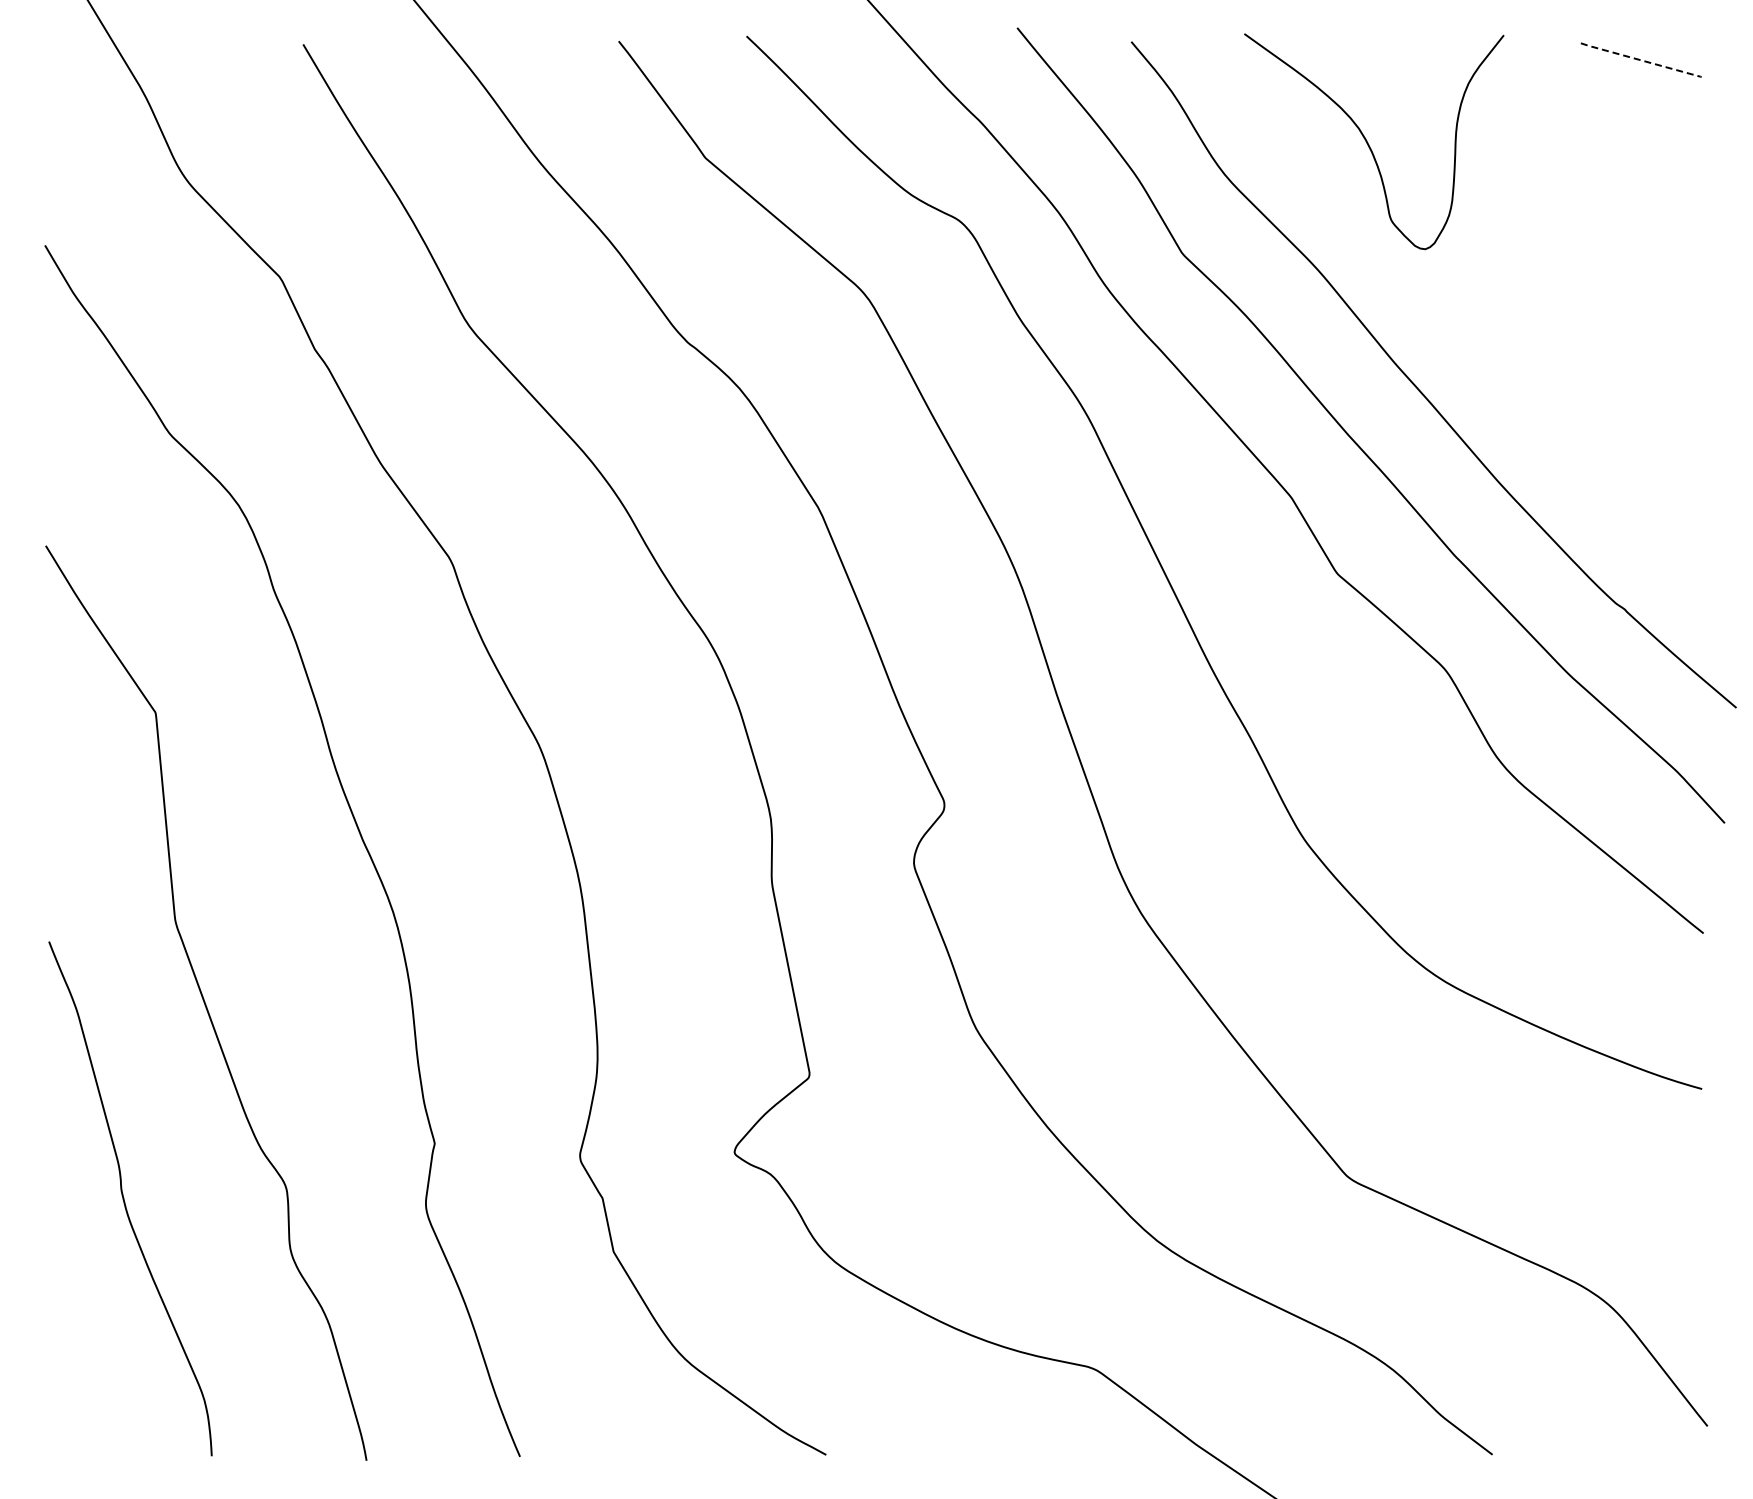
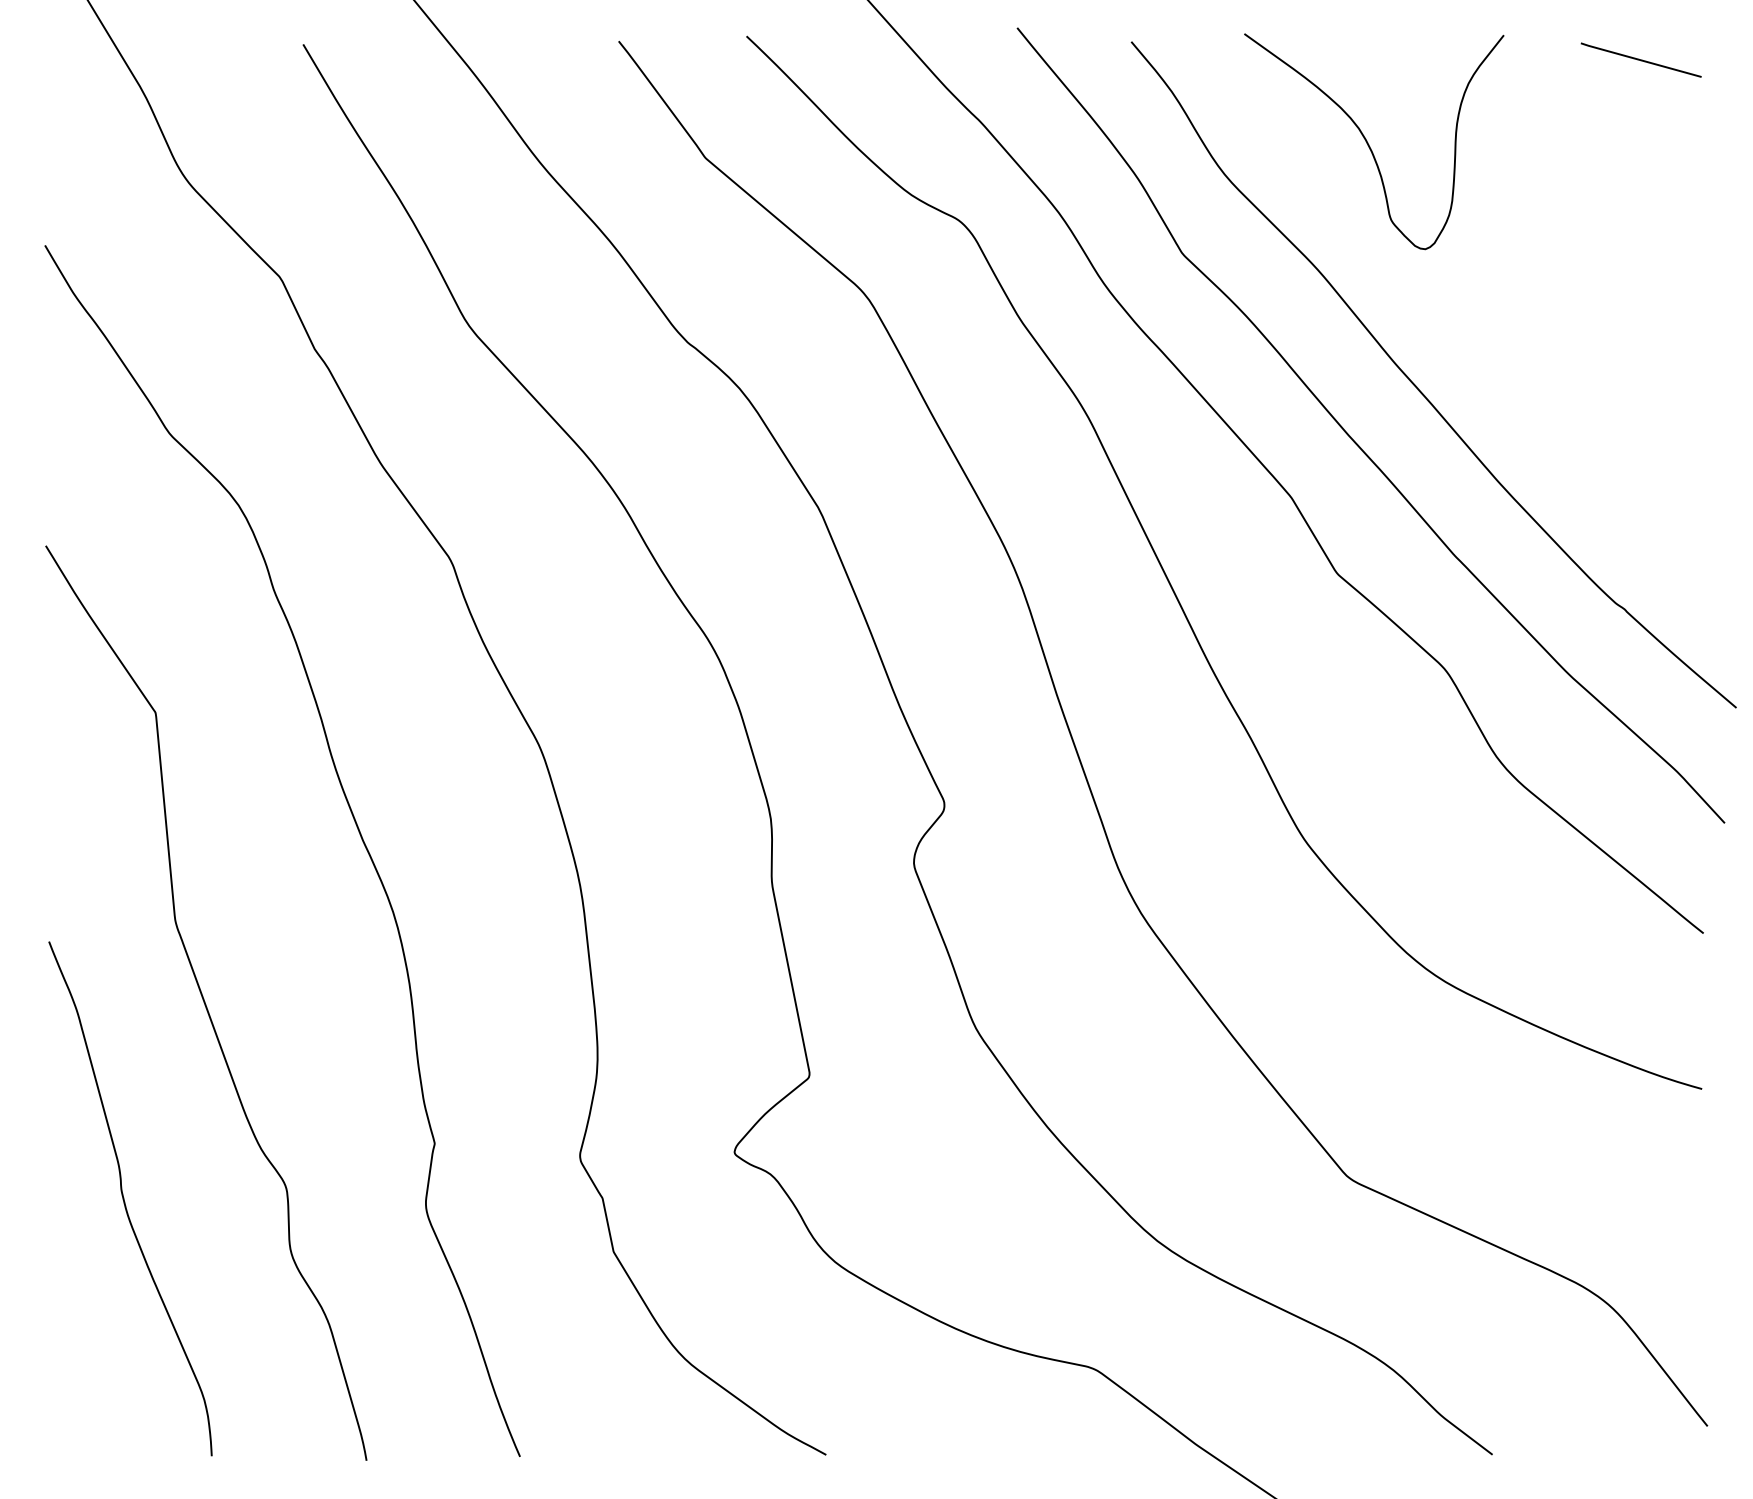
line at (1641, 60): dashed -> solid
